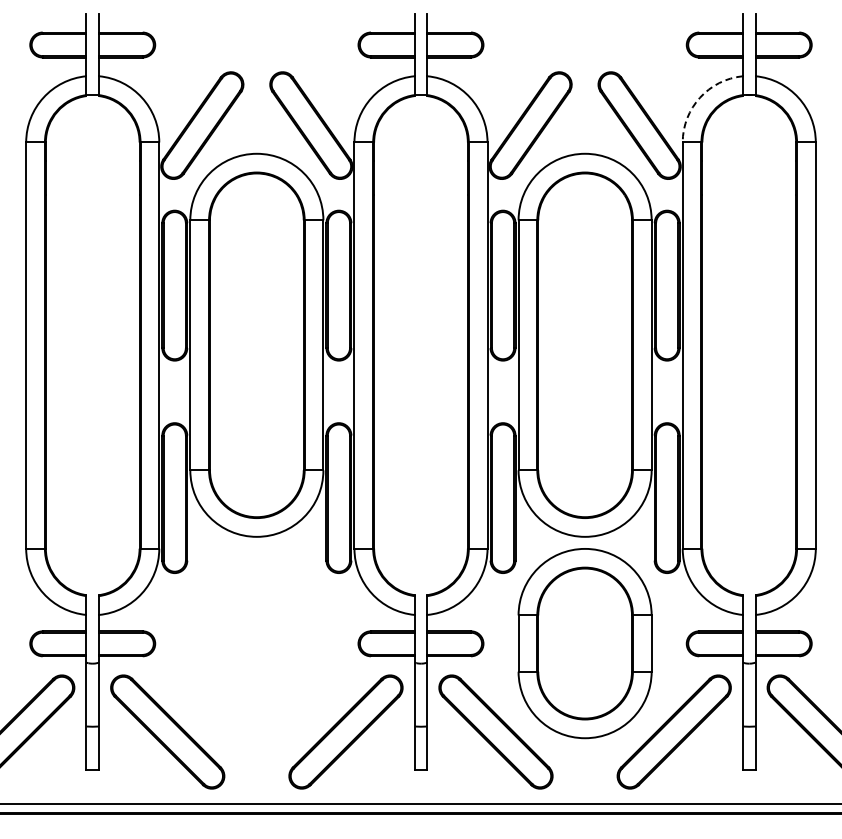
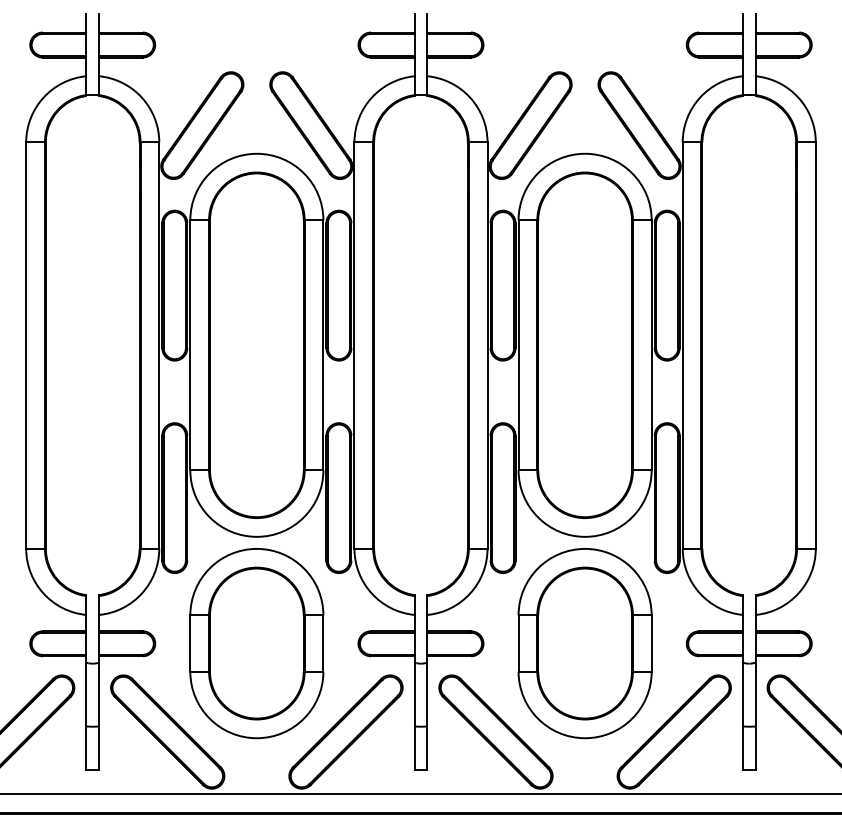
arc at (700, 97): dashed -> solid
part at (256, 643): none -> present
line at (420, 804) position: (420, 804) -> (420, 794)
